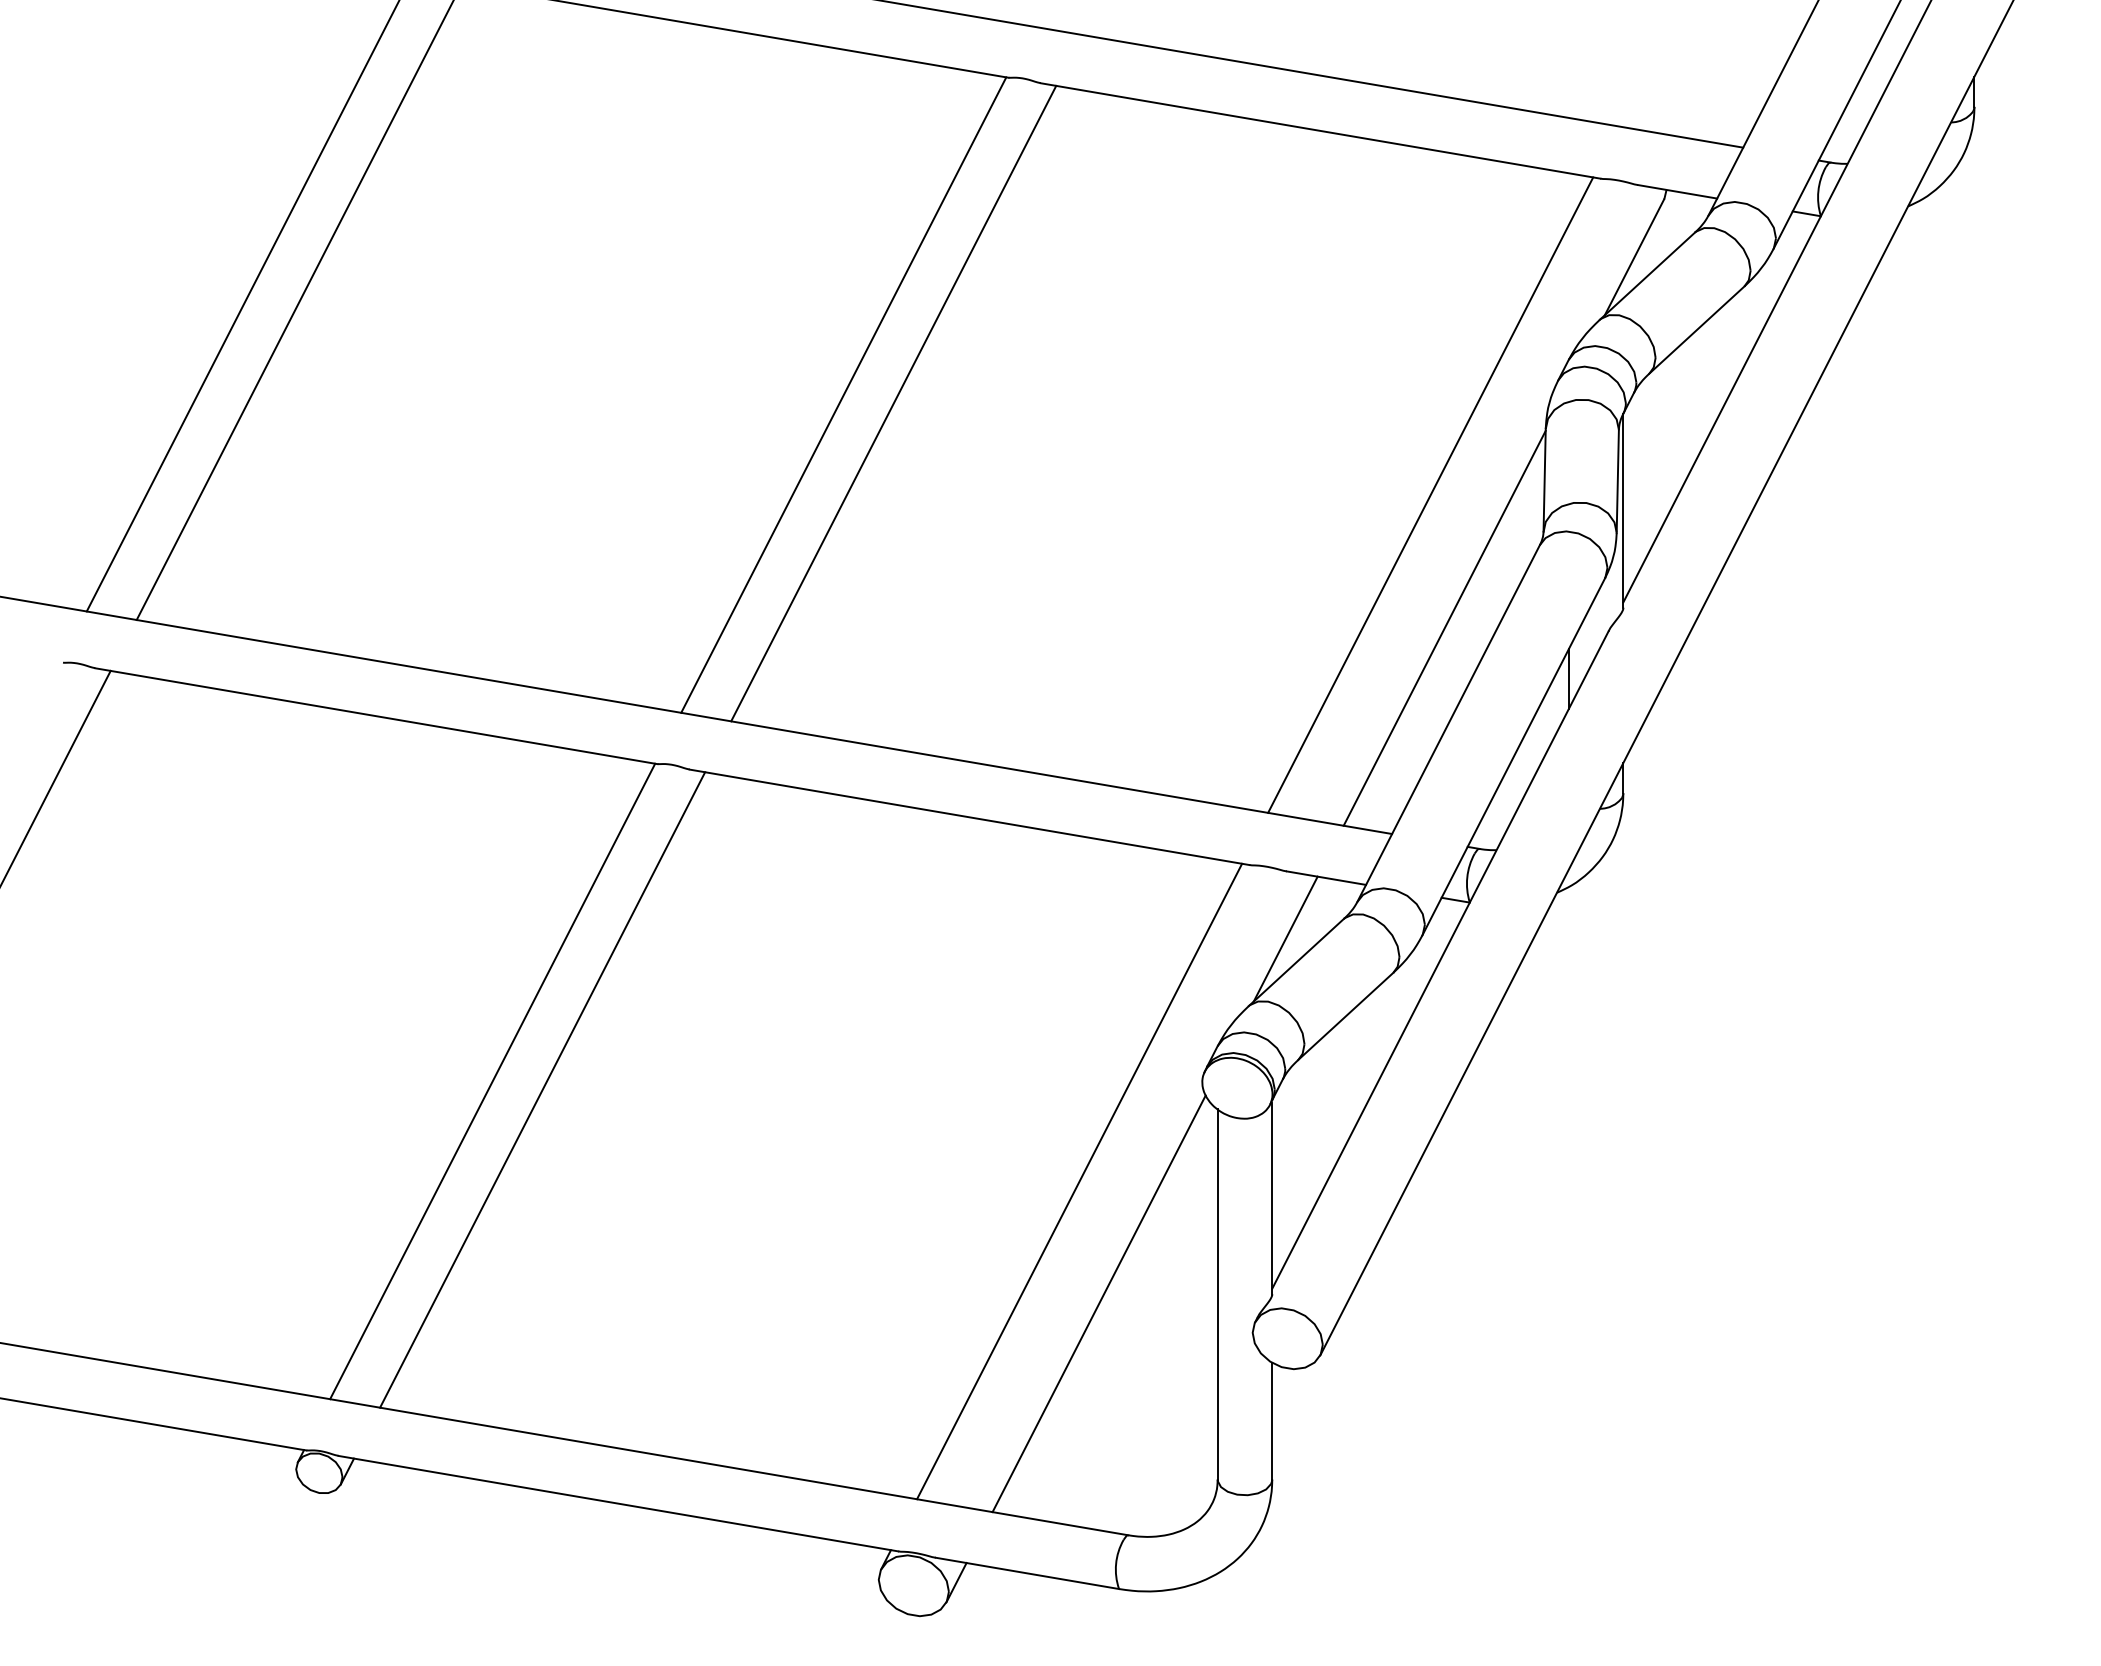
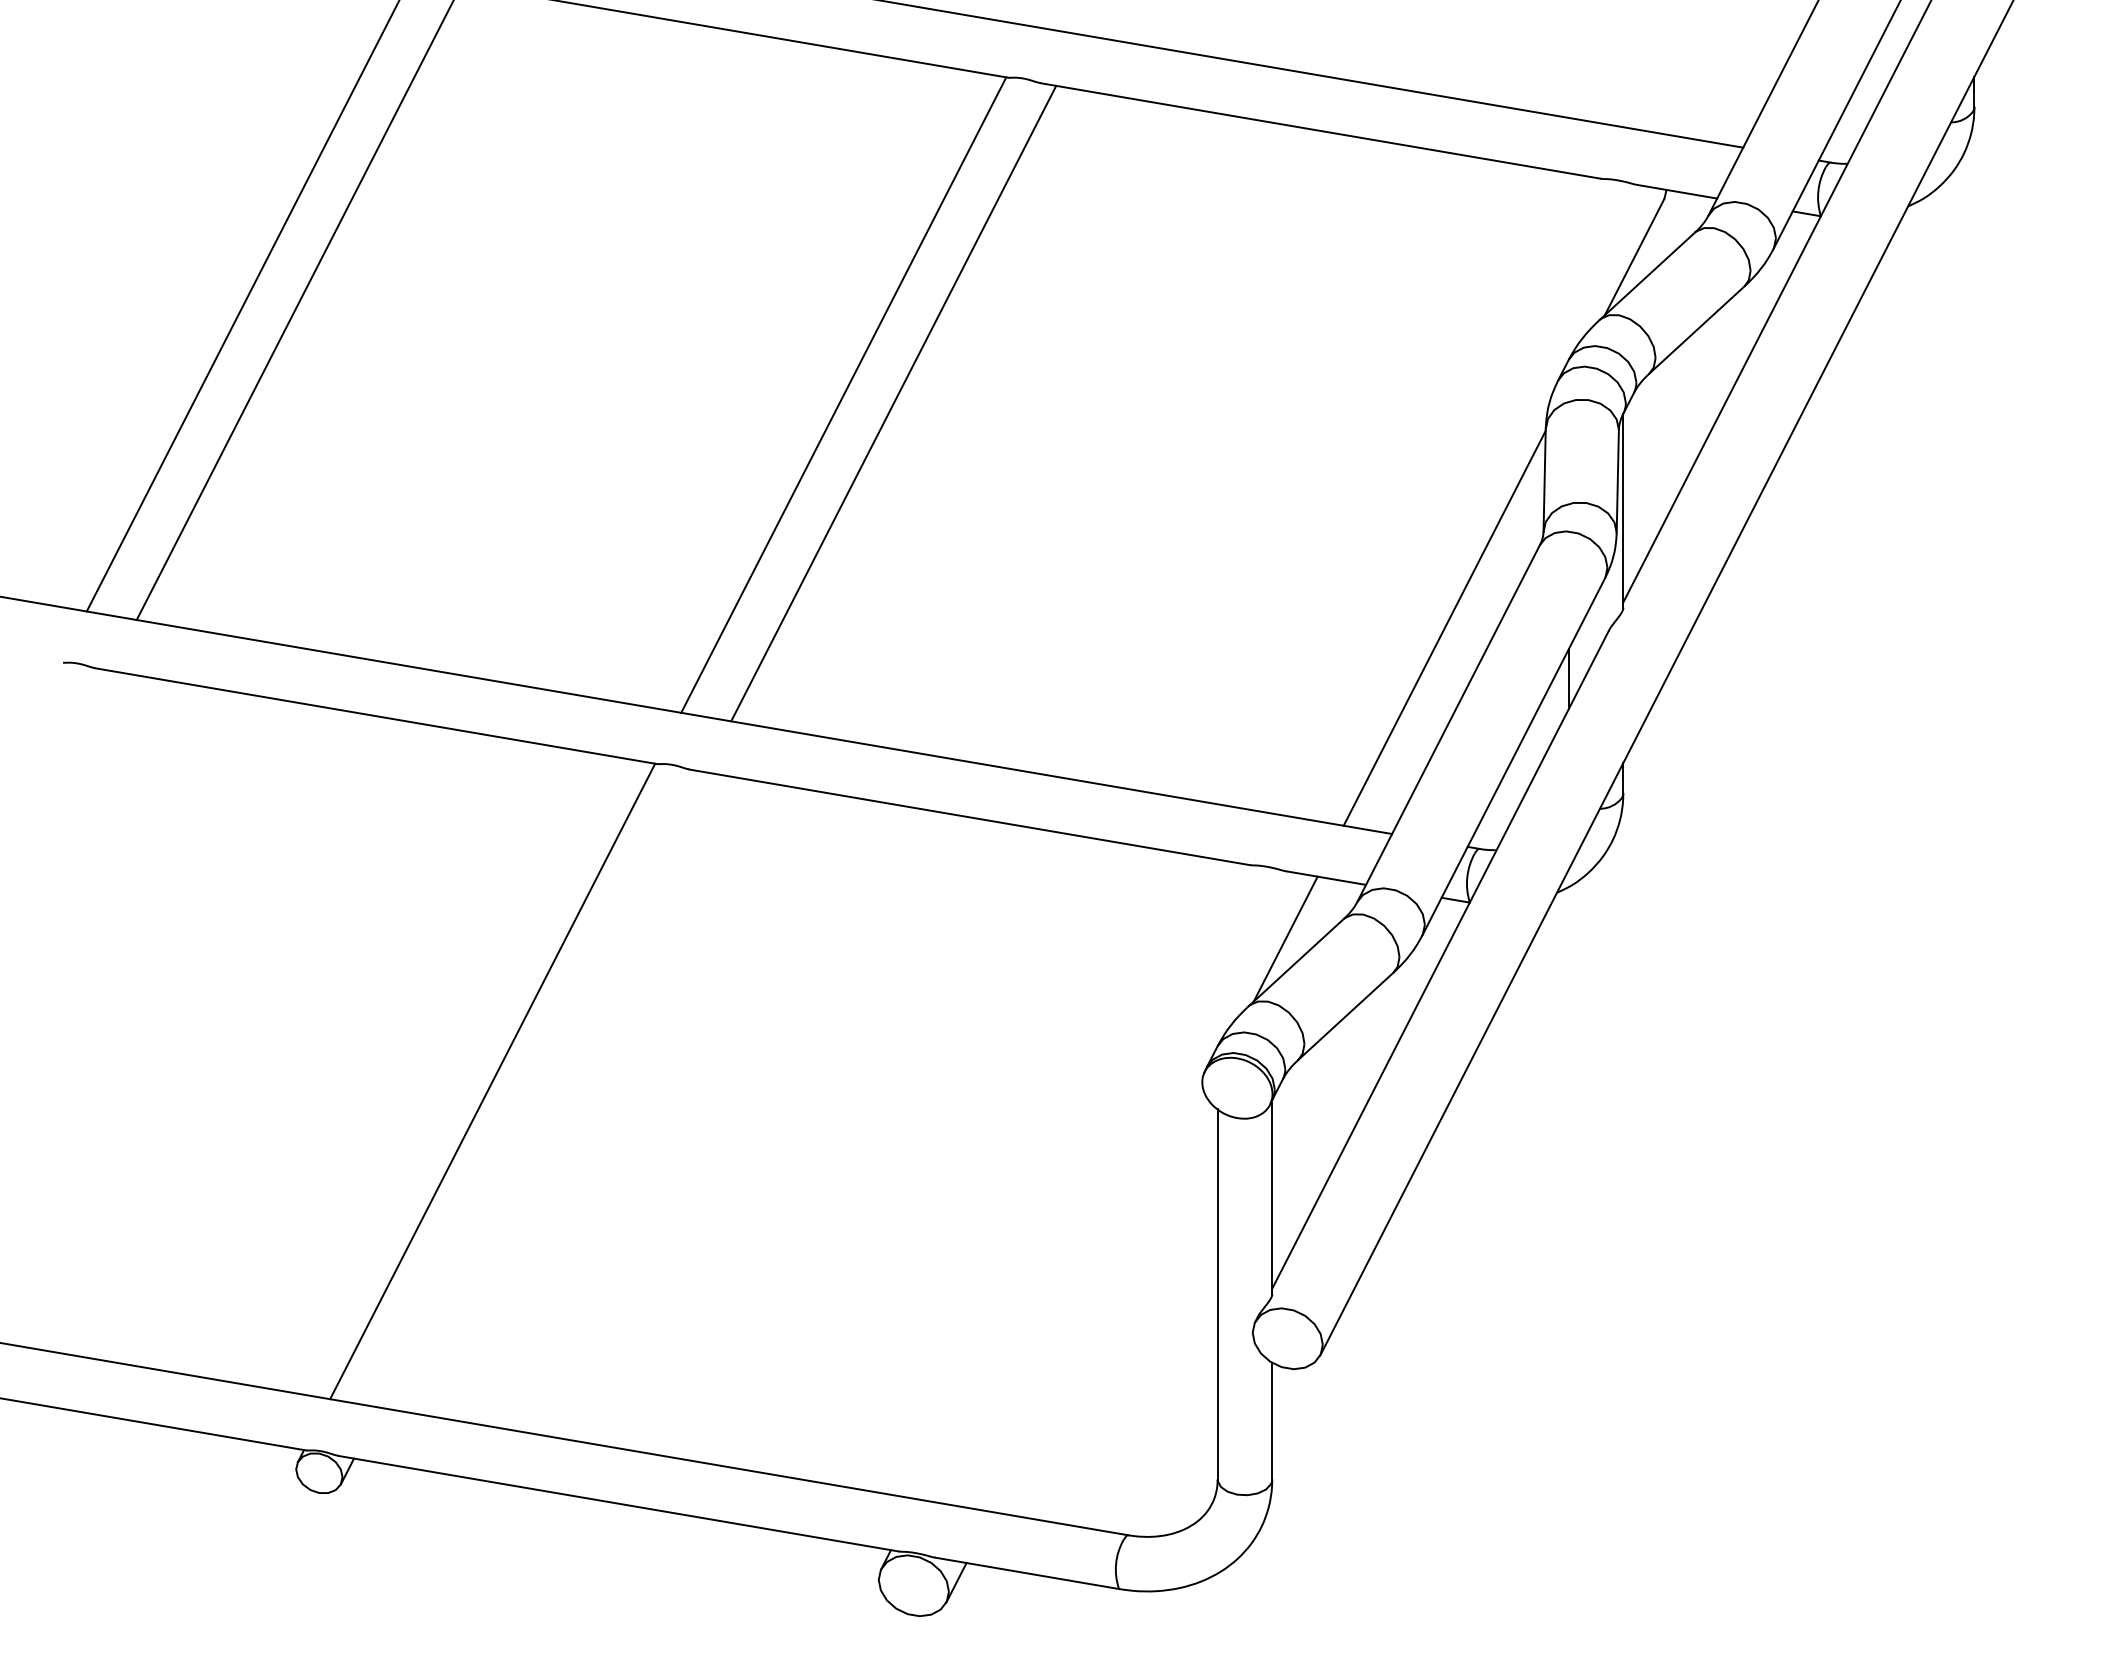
line at (1430, 494): present -> none
line at (56, 776): present -> none
line at (542, 1089): present -> none
line at (1079, 1181): present -> none
line at (1098, 1303): present -> none
